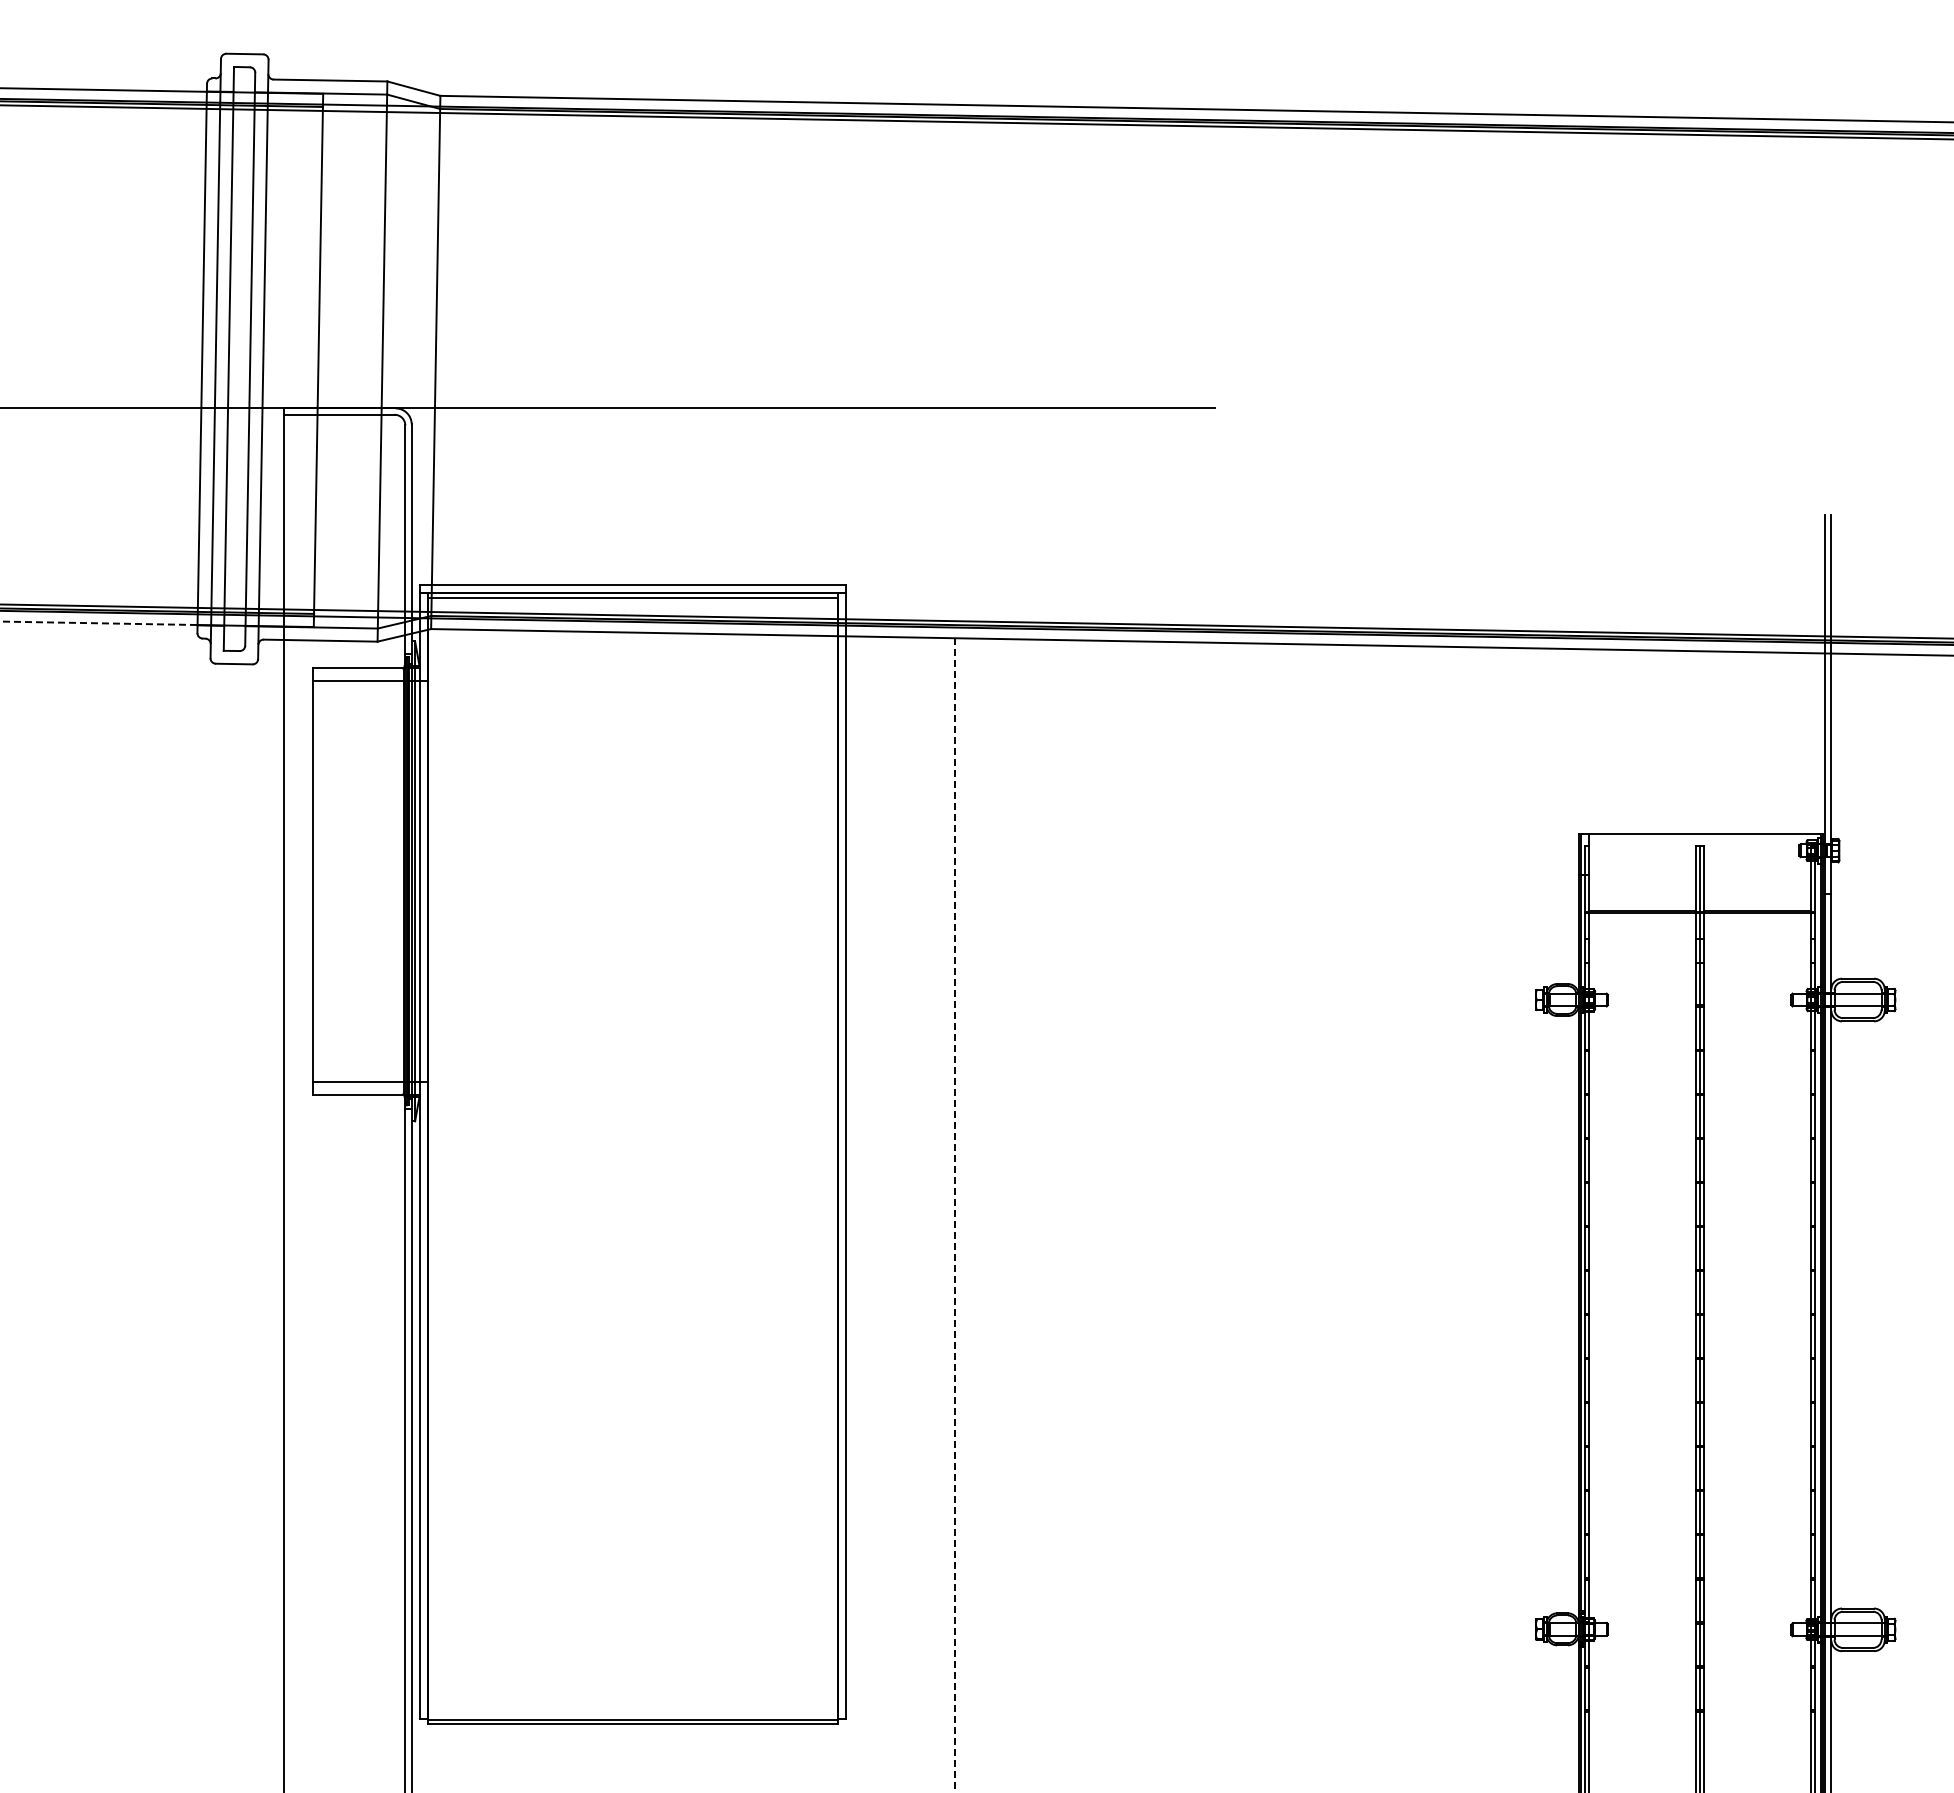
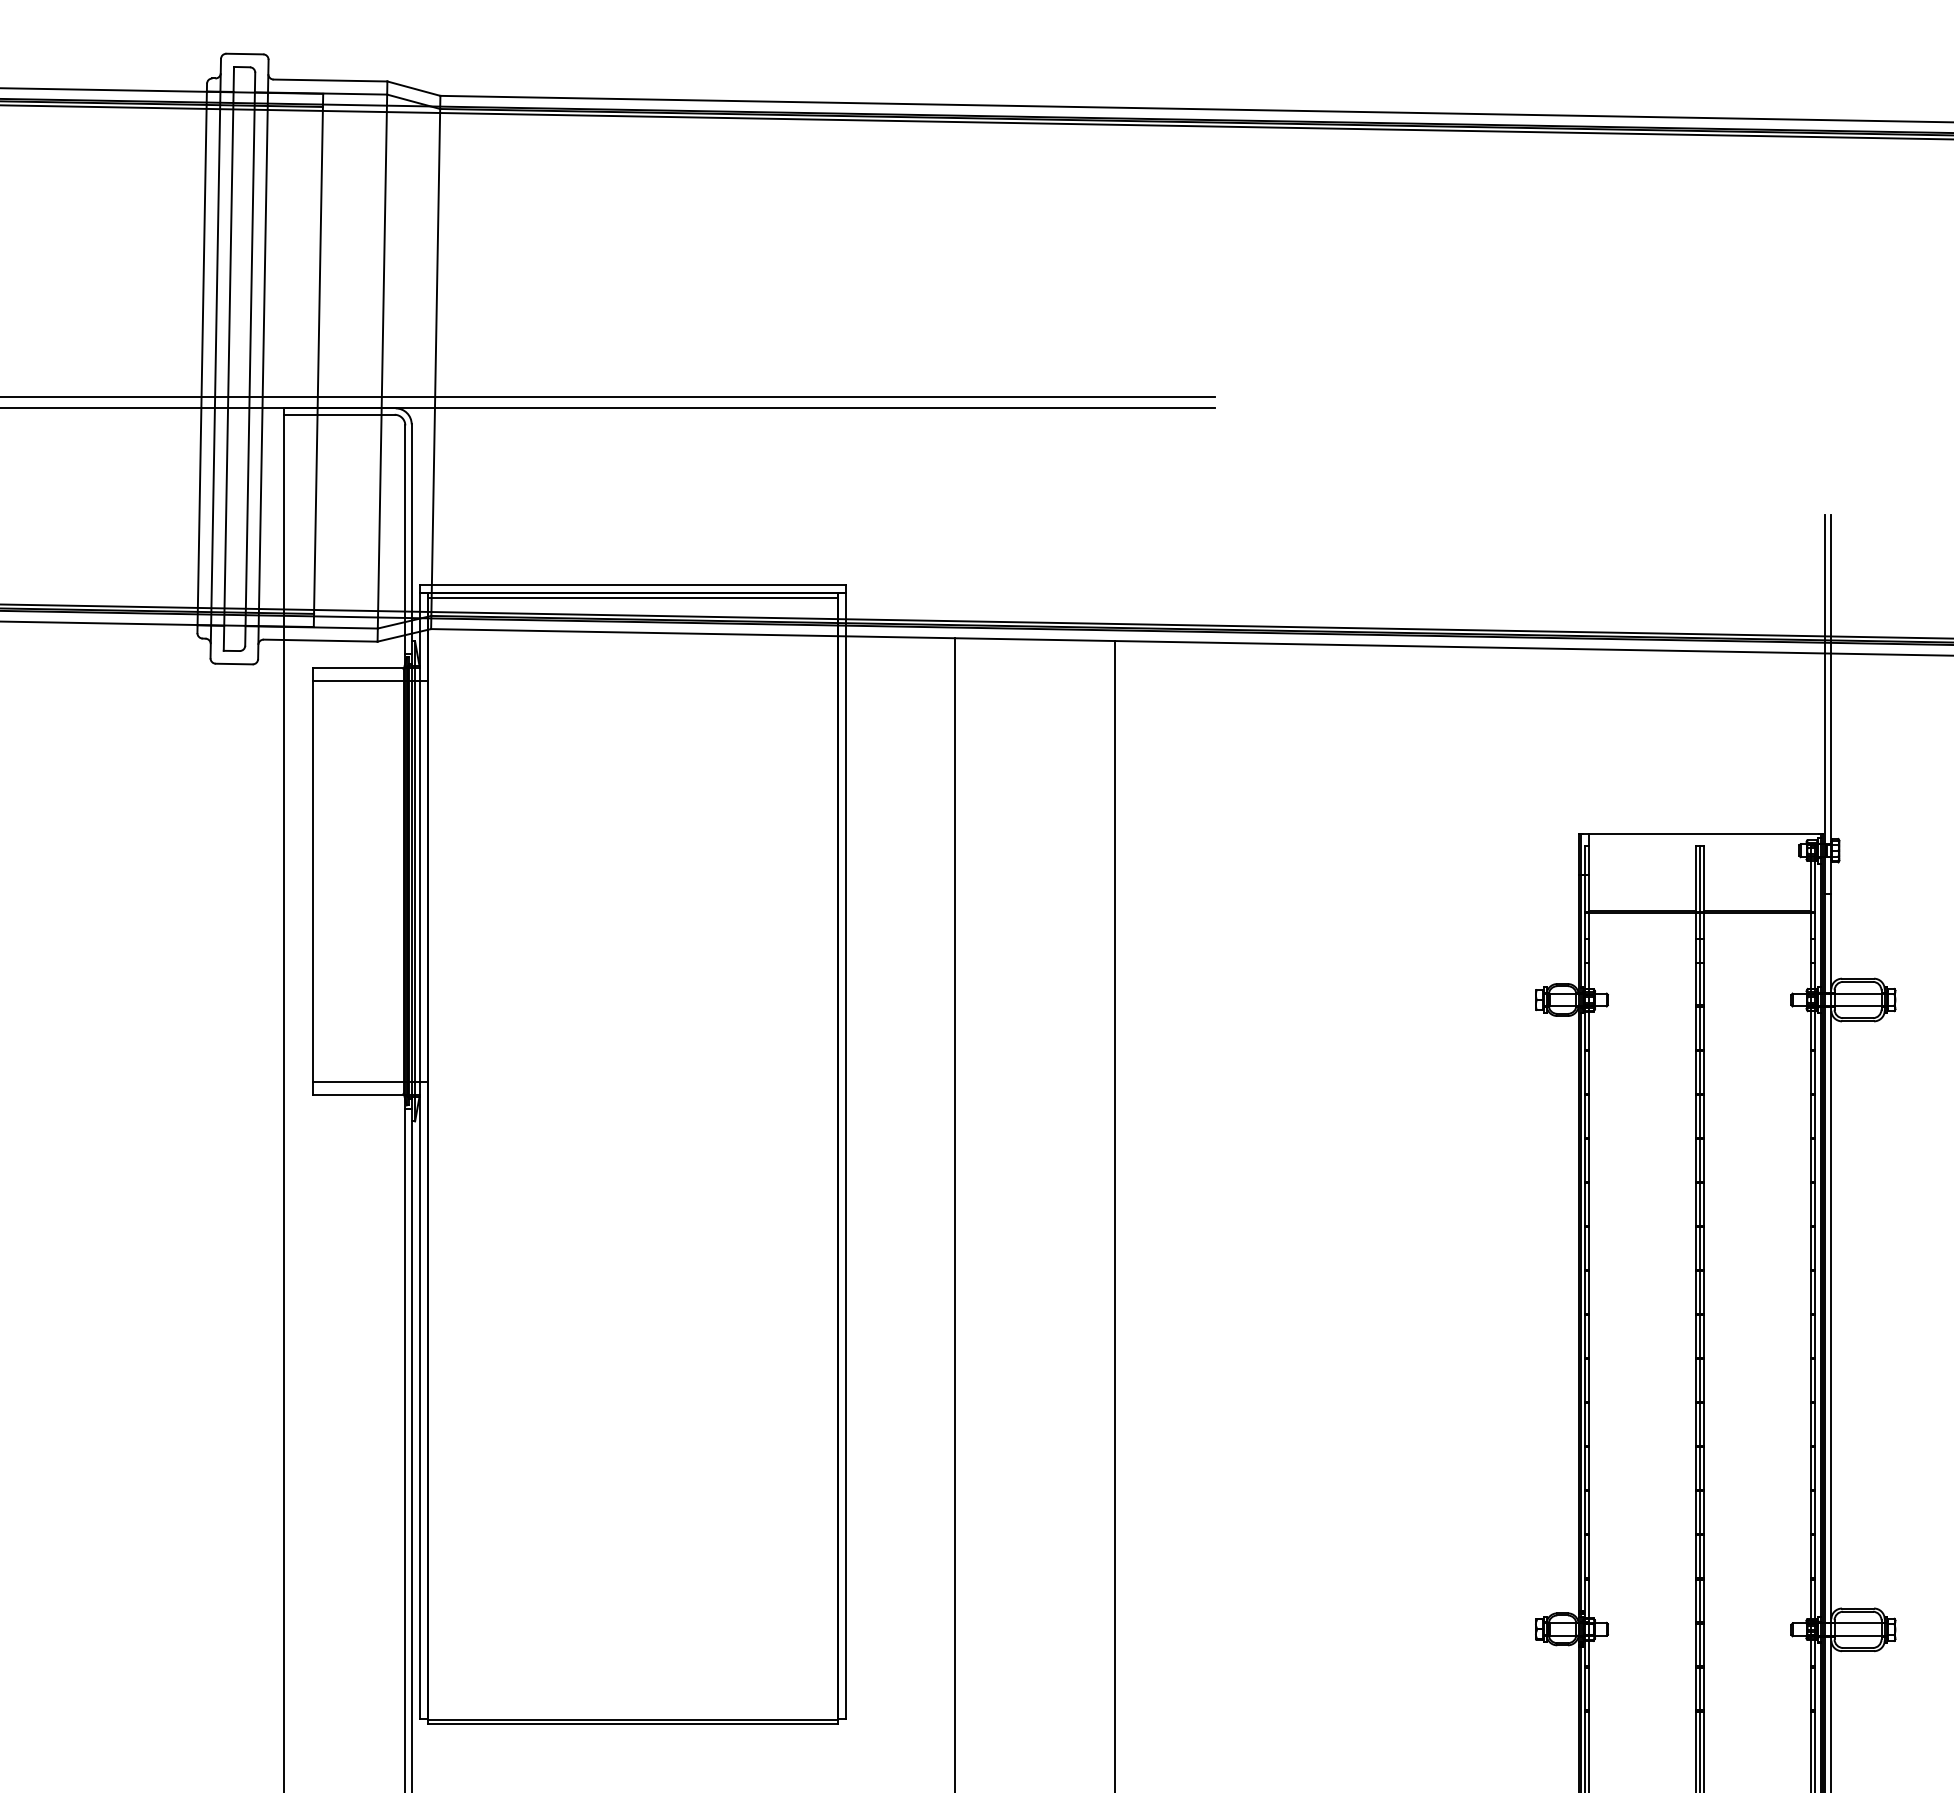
line at (608, 396): none -> present
line at (99, 623): dashed -> solid
line at (1114, 1215): none -> present
line at (954, 1216): dashed -> solid
